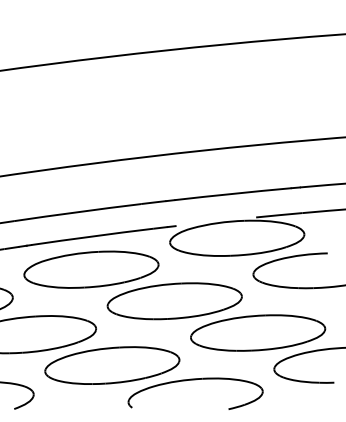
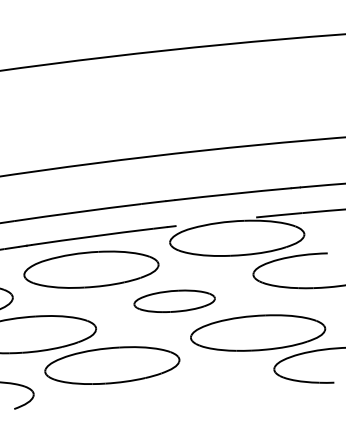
part at (174, 301) size: 137x39 px -> 83x24 px
part at (195, 380): present -> none
